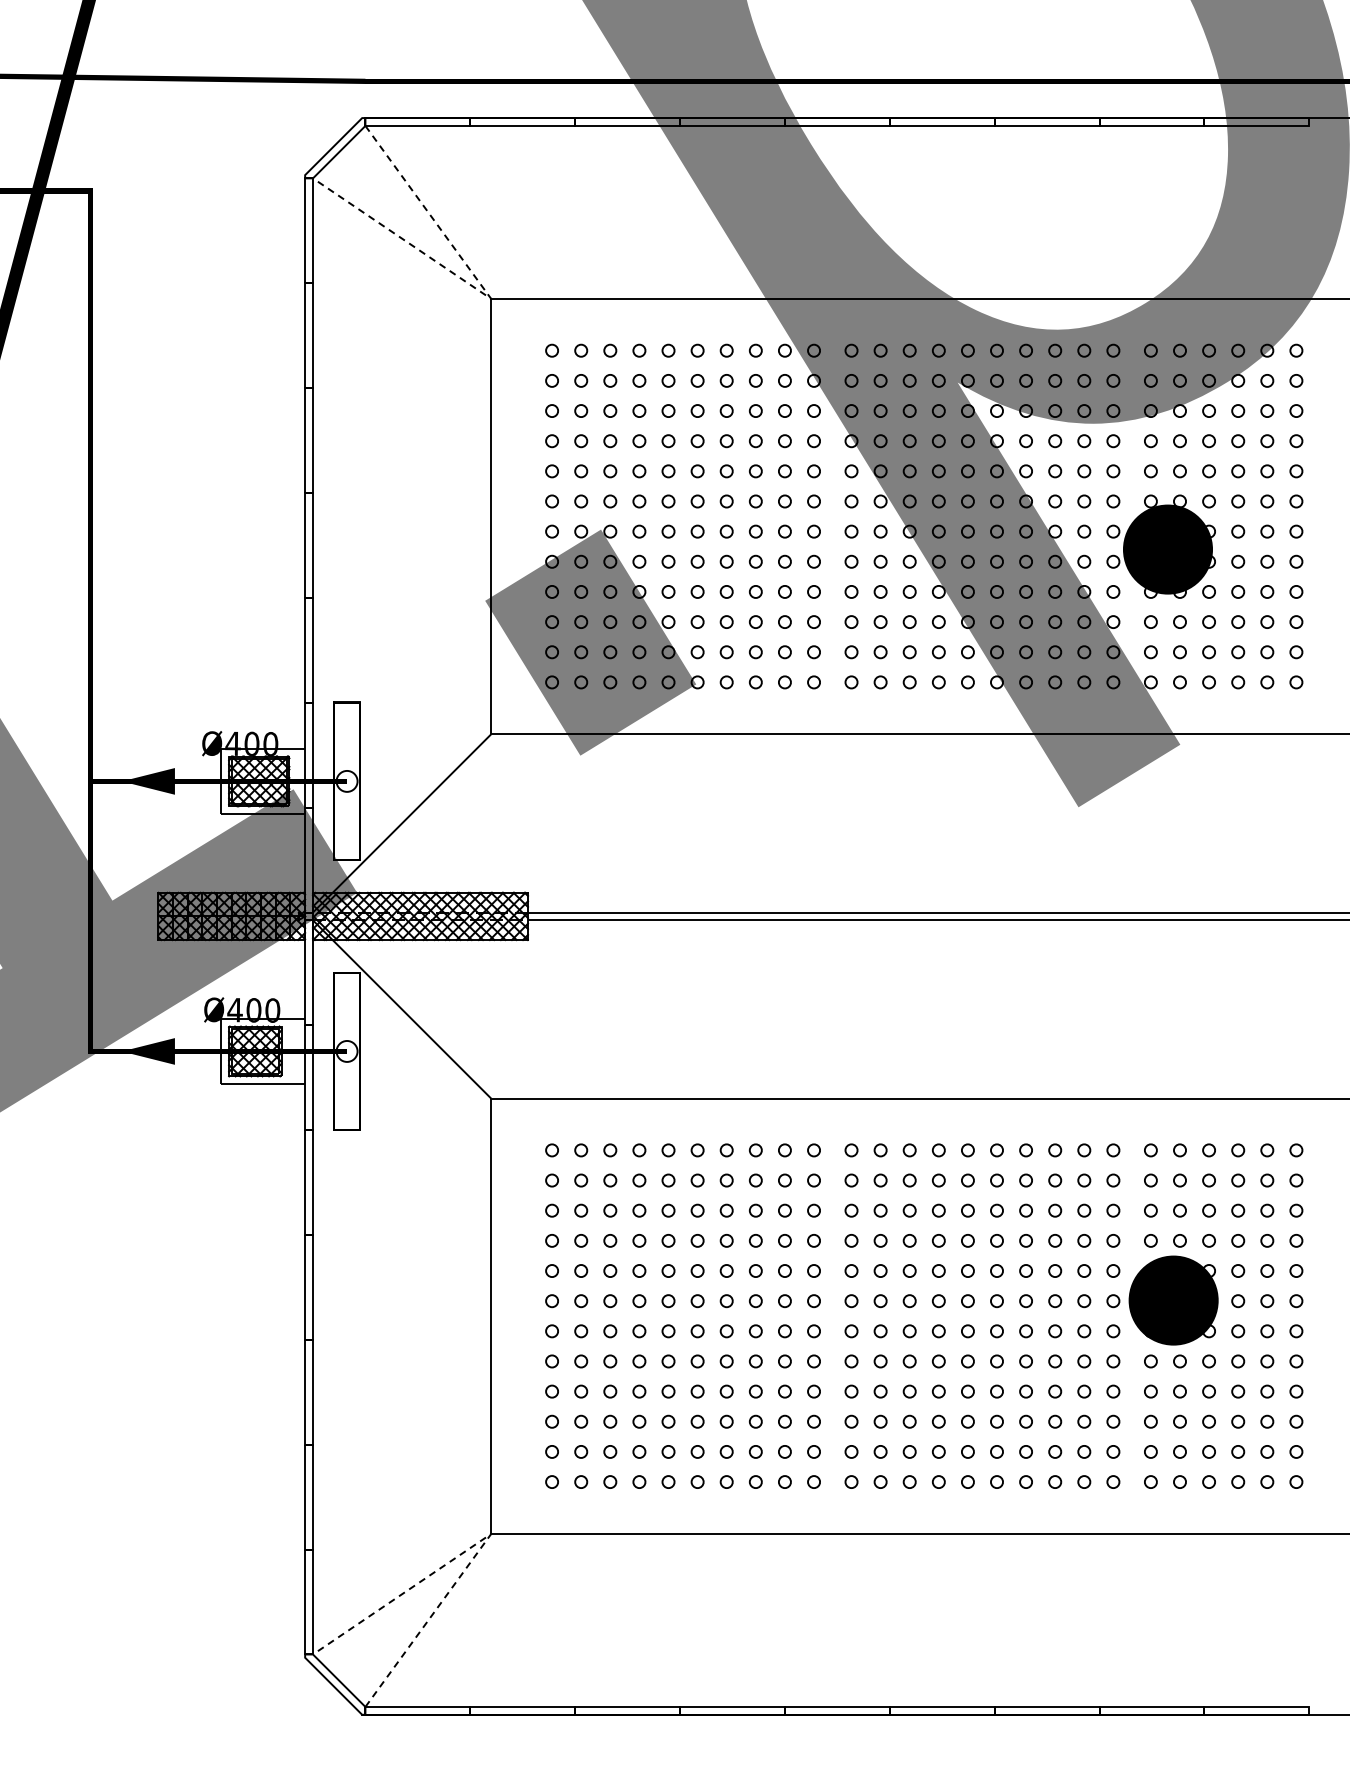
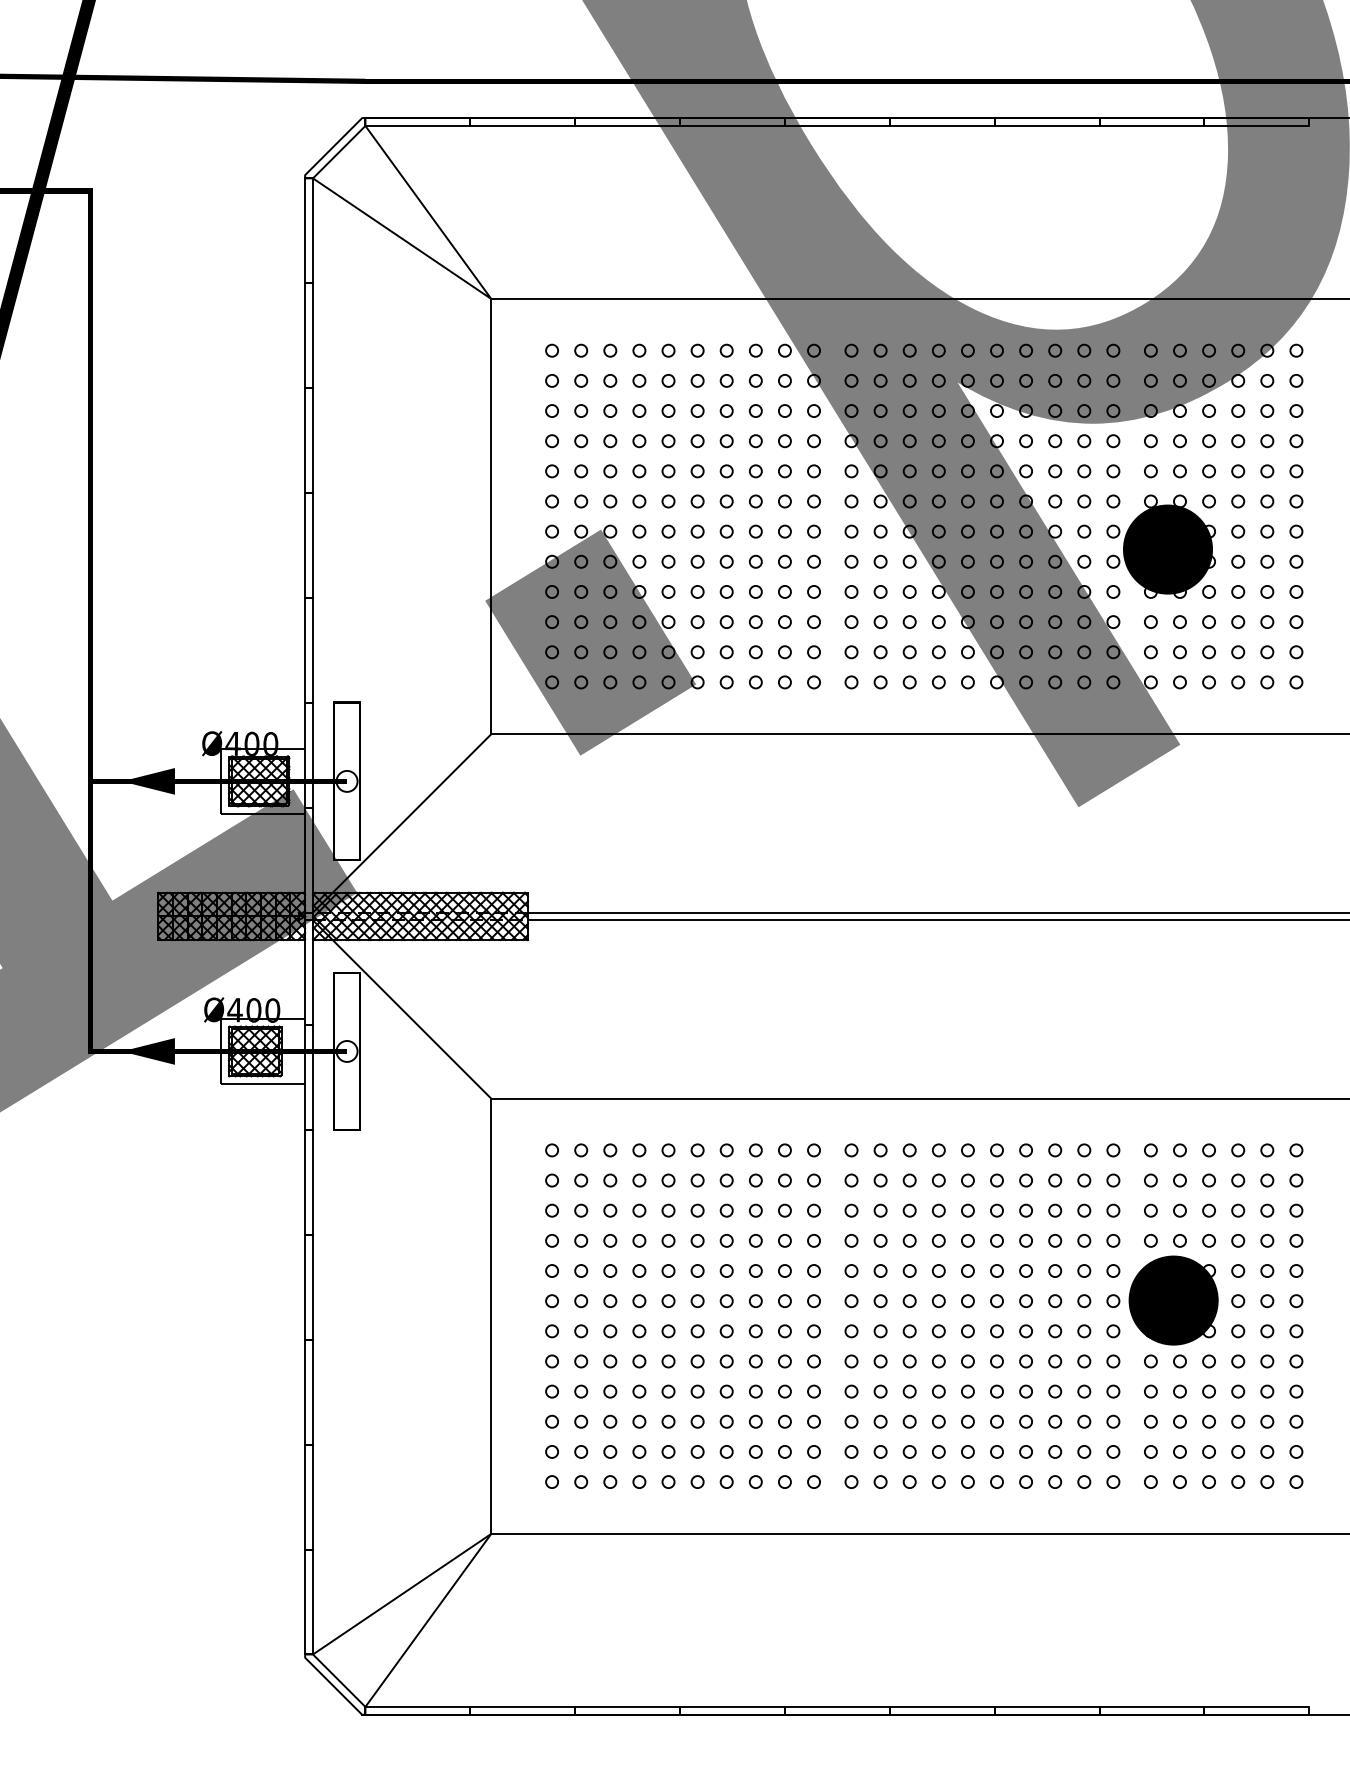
line at (490, 298): dashed -> solid
line at (490, 1534): dashed -> solid
